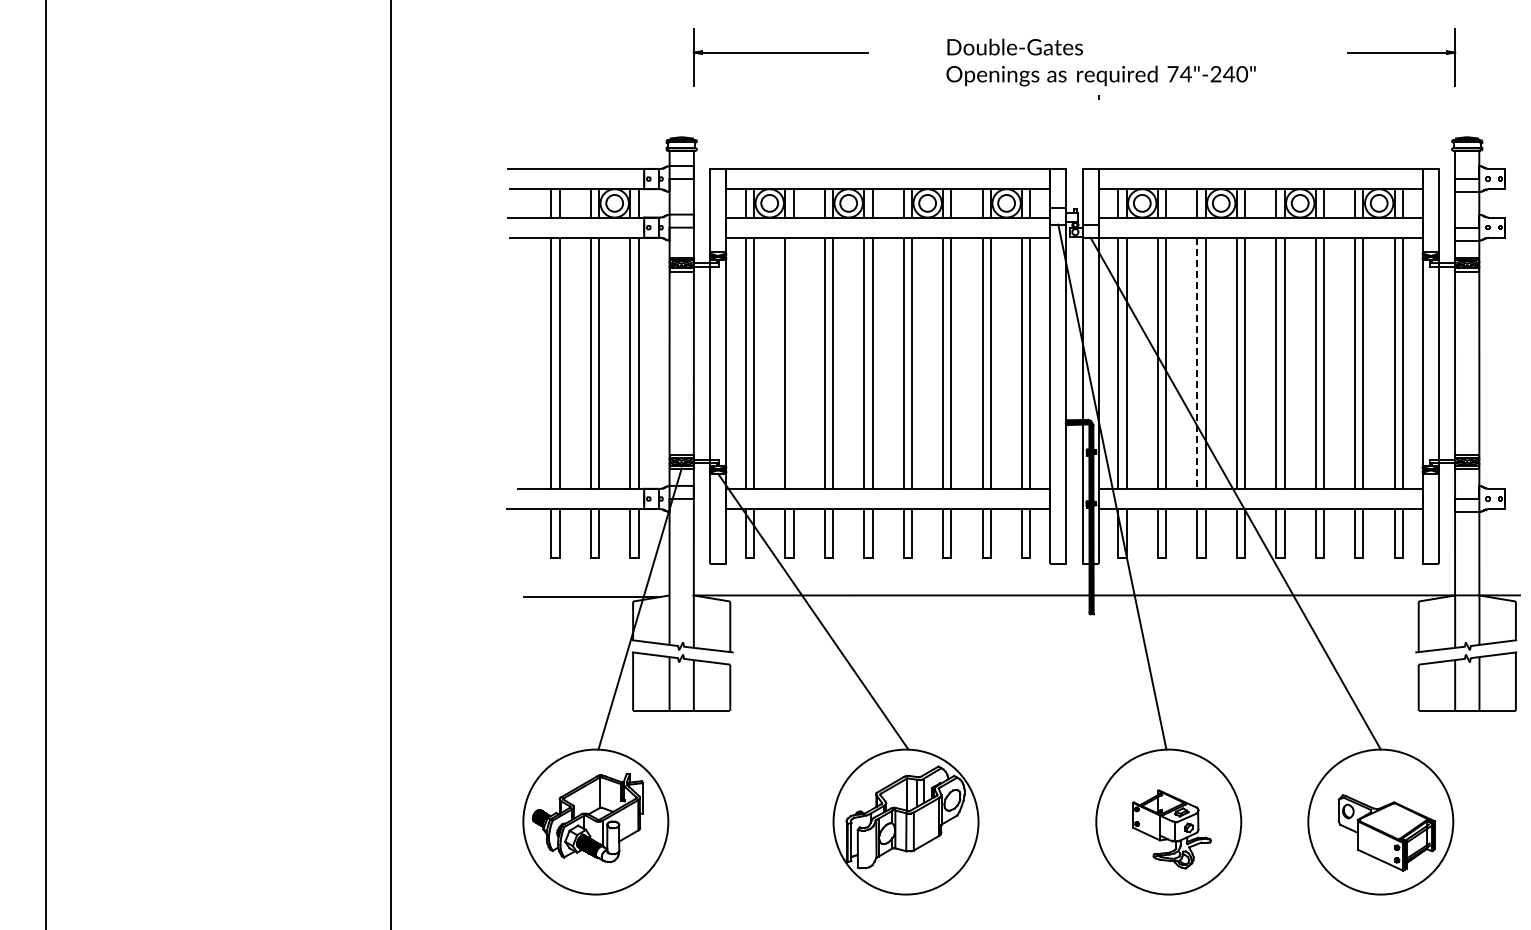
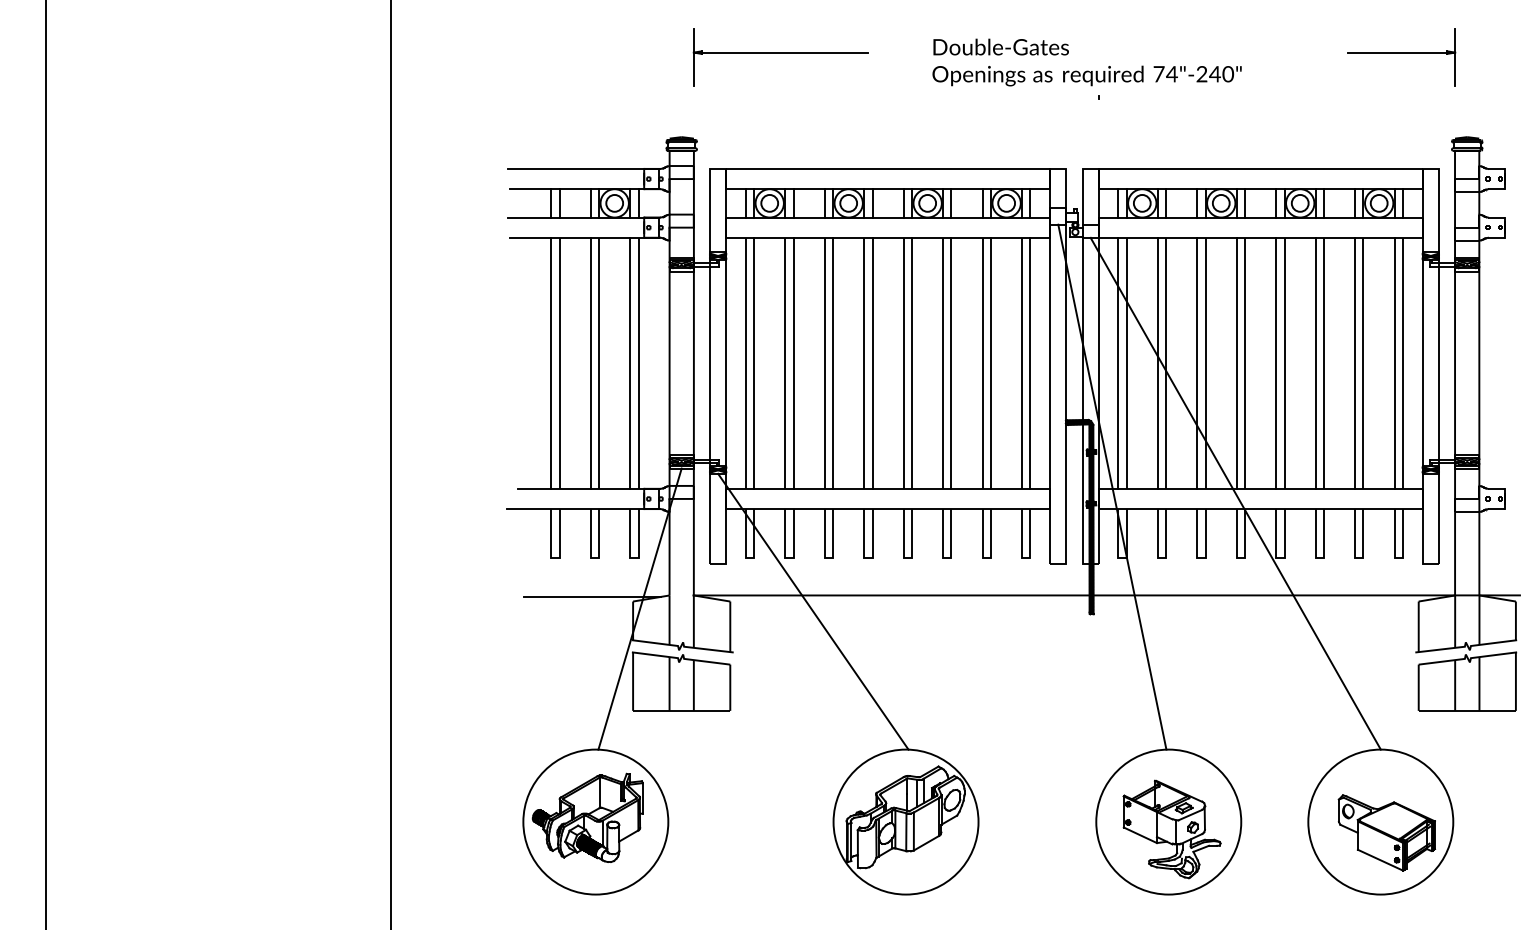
text at (1100, 62) position: (1100, 62) -> (1086, 62)
line at (793, 362): none -> present
line at (1197, 363): dashed -> solid
part at (1171, 829) size: 80x81 px -> 100x101 px
